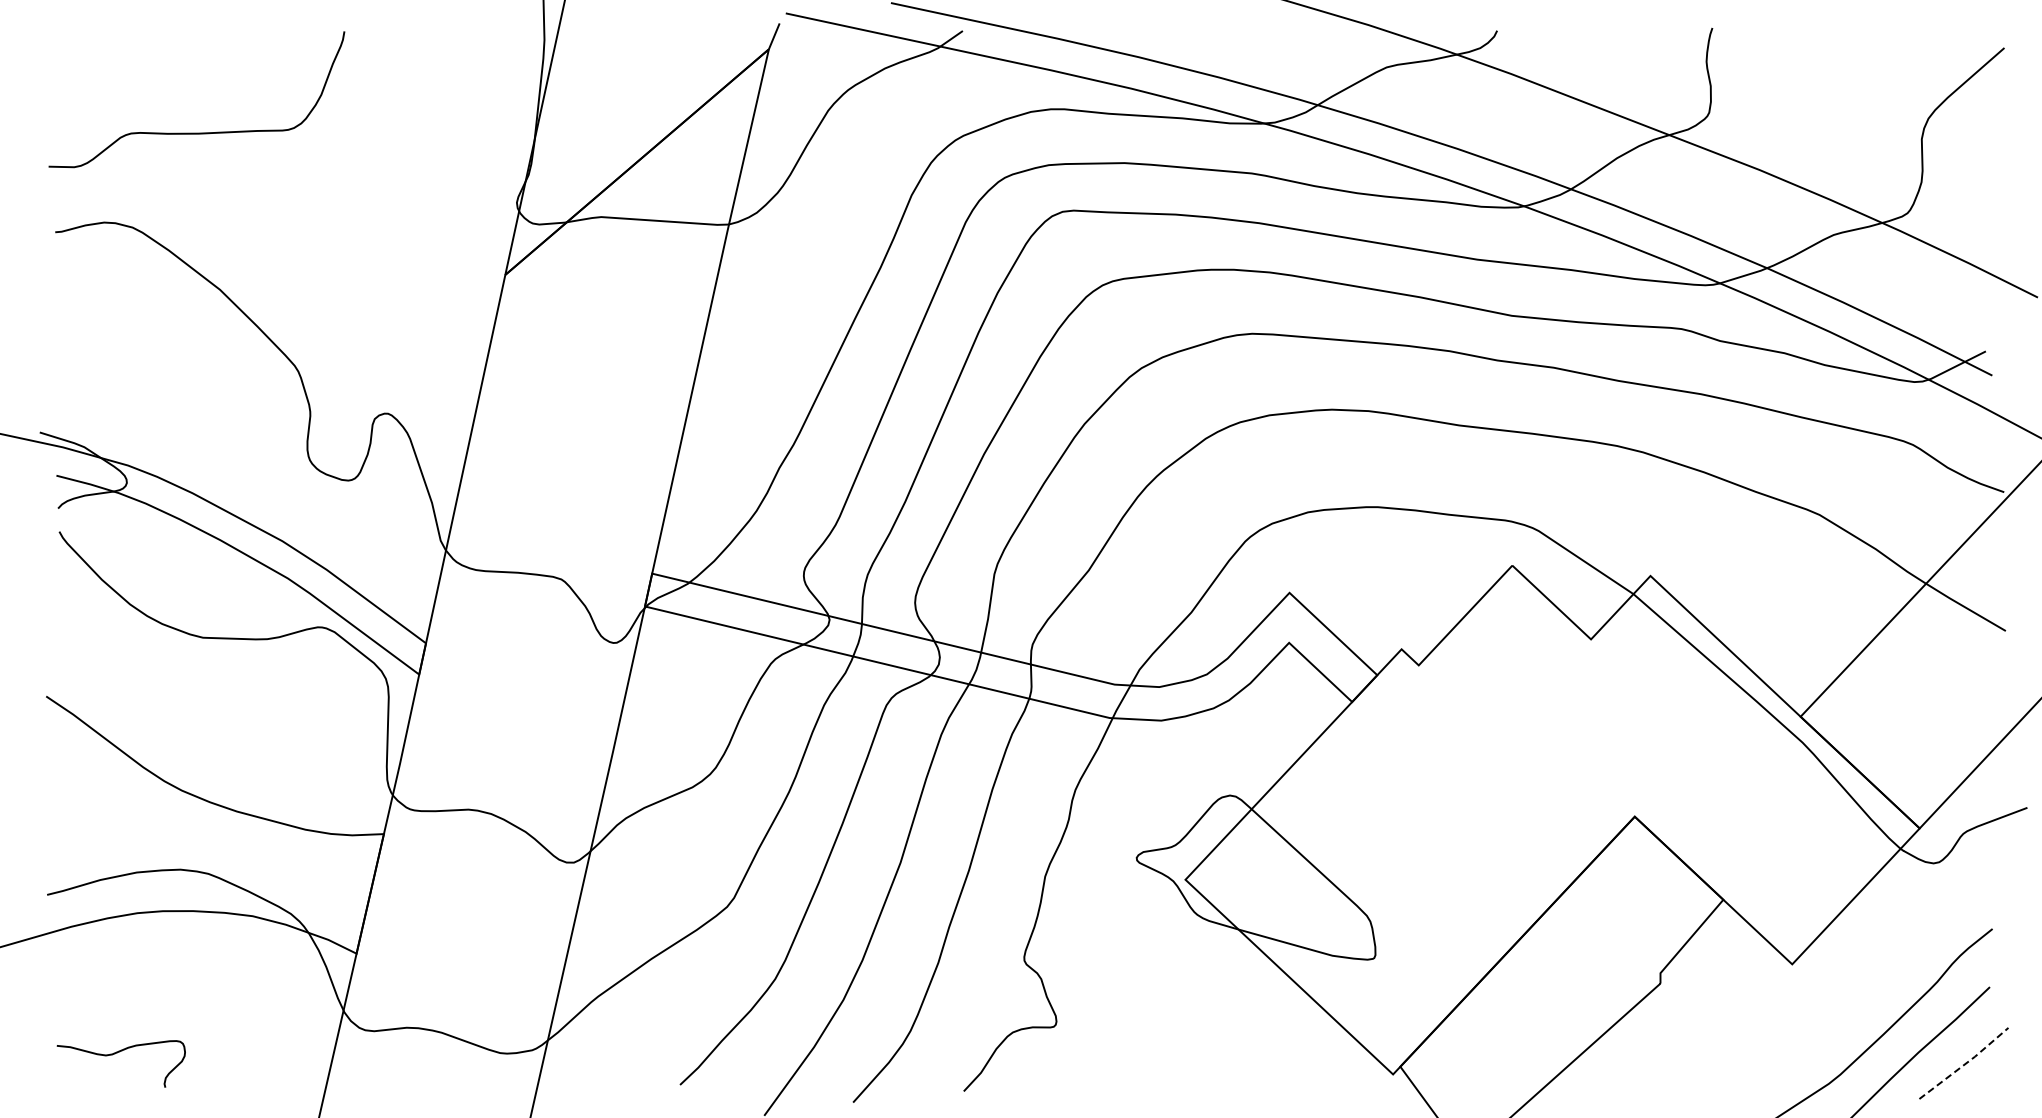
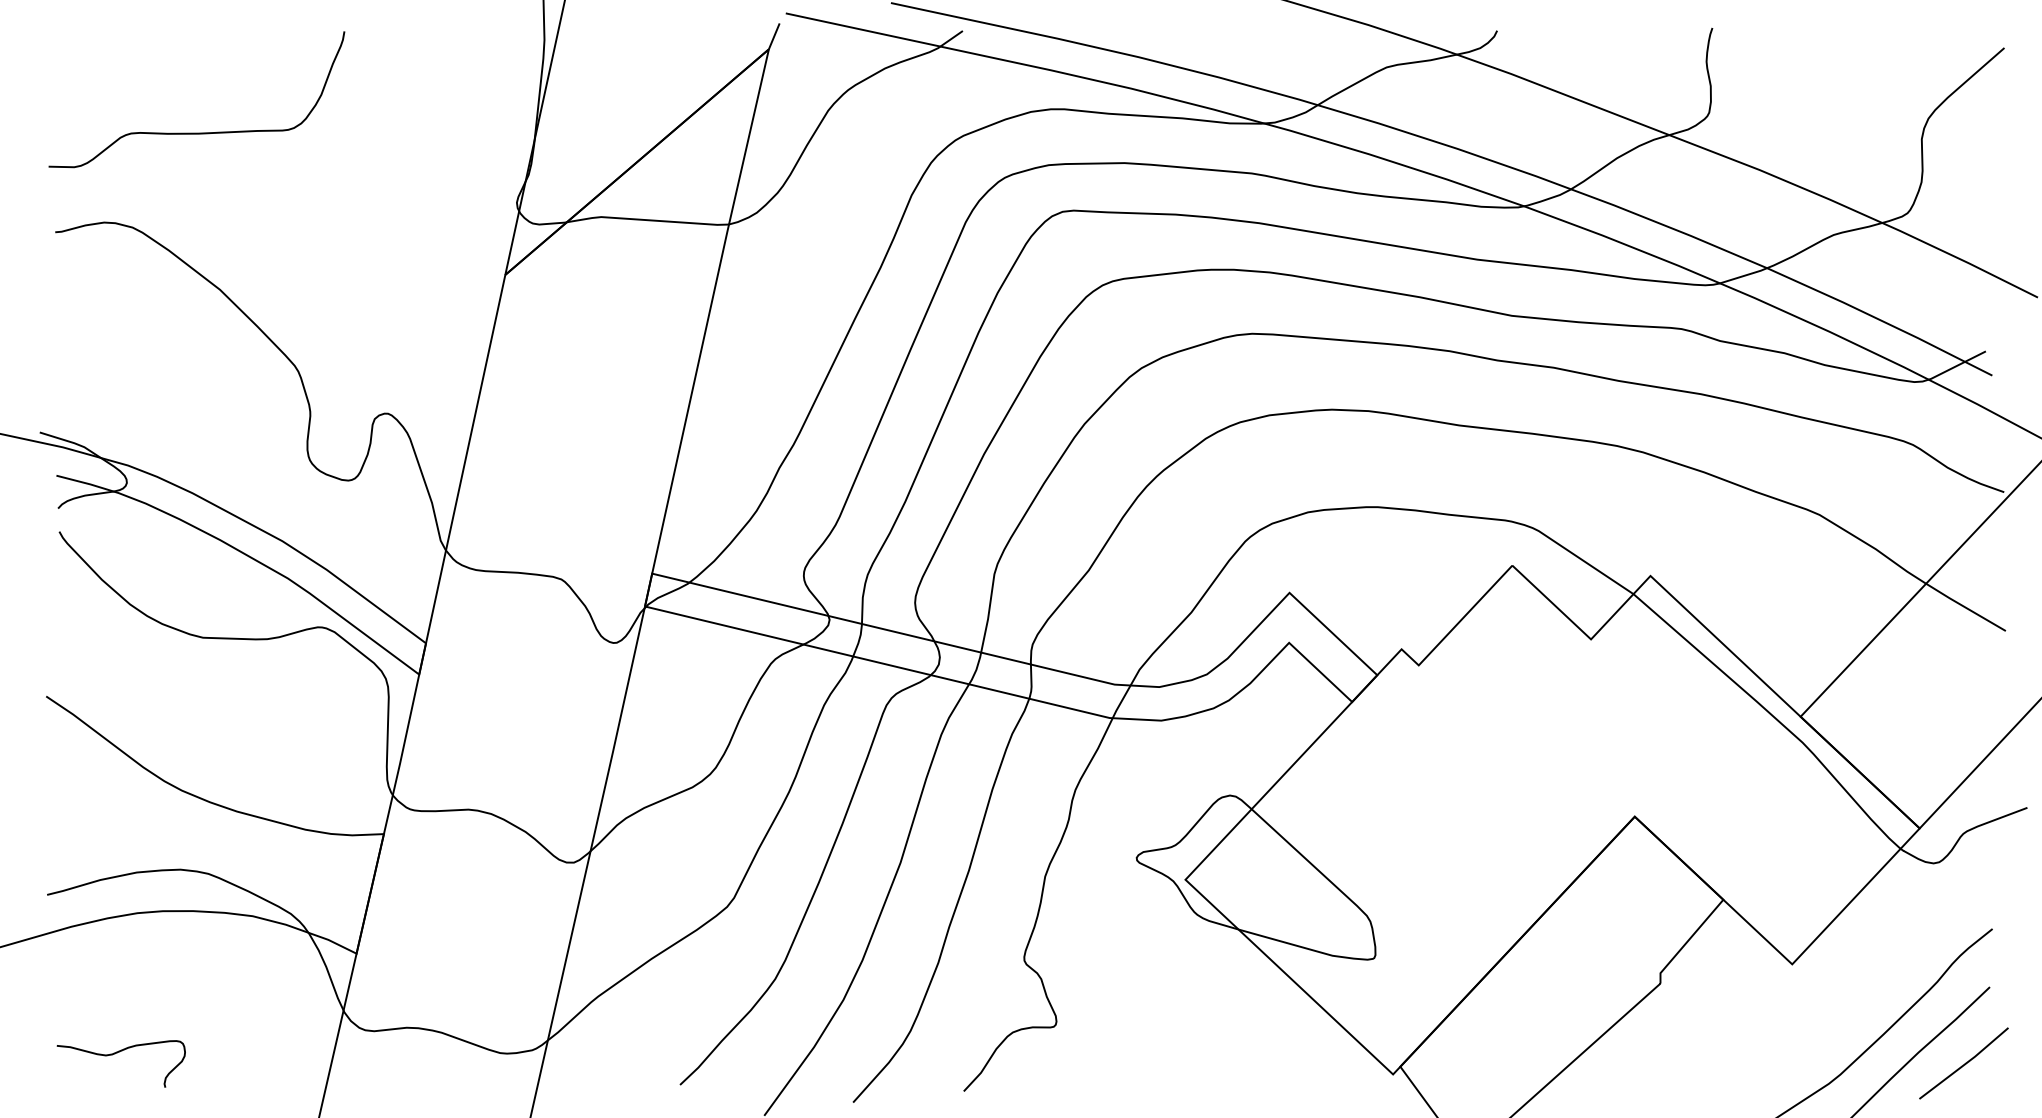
line at (1965, 1063): dashed -> solid
